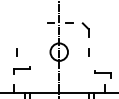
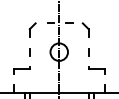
part at (32, 29): none -> present
line at (16, 52) position: (16, 52) -> (29, 52)
part at (102, 74) position: (102, 74) -> (96, 70)
